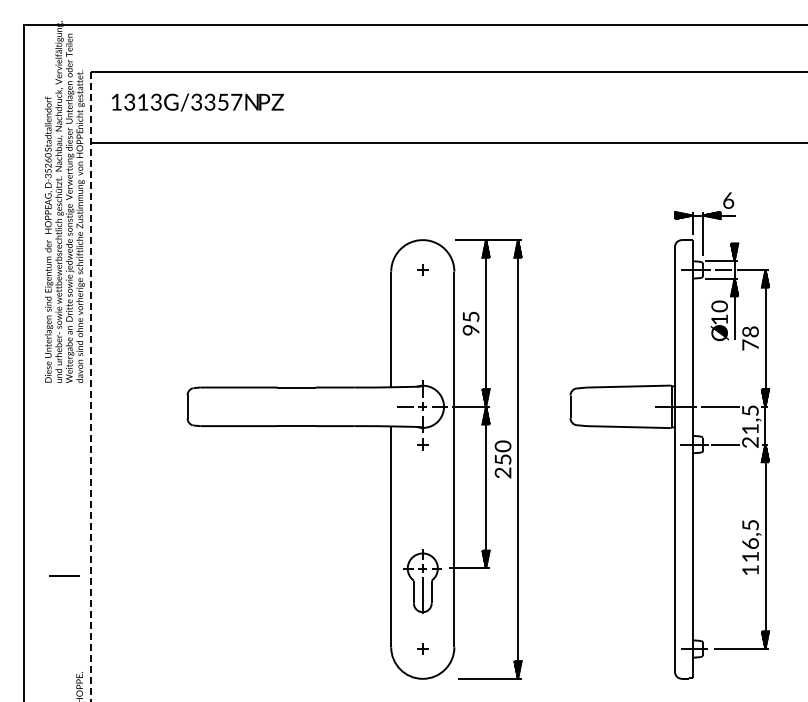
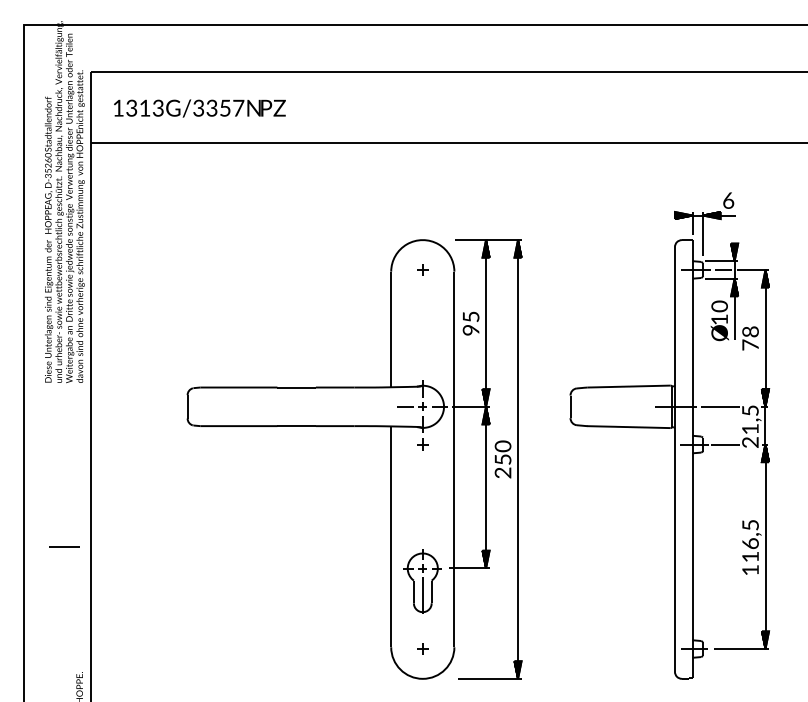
text at (197, 102) position: (197, 102) -> (199, 108)
line at (90, 387): dashed -> solid
line at (64, 575) position: (64, 575) -> (64, 546)
